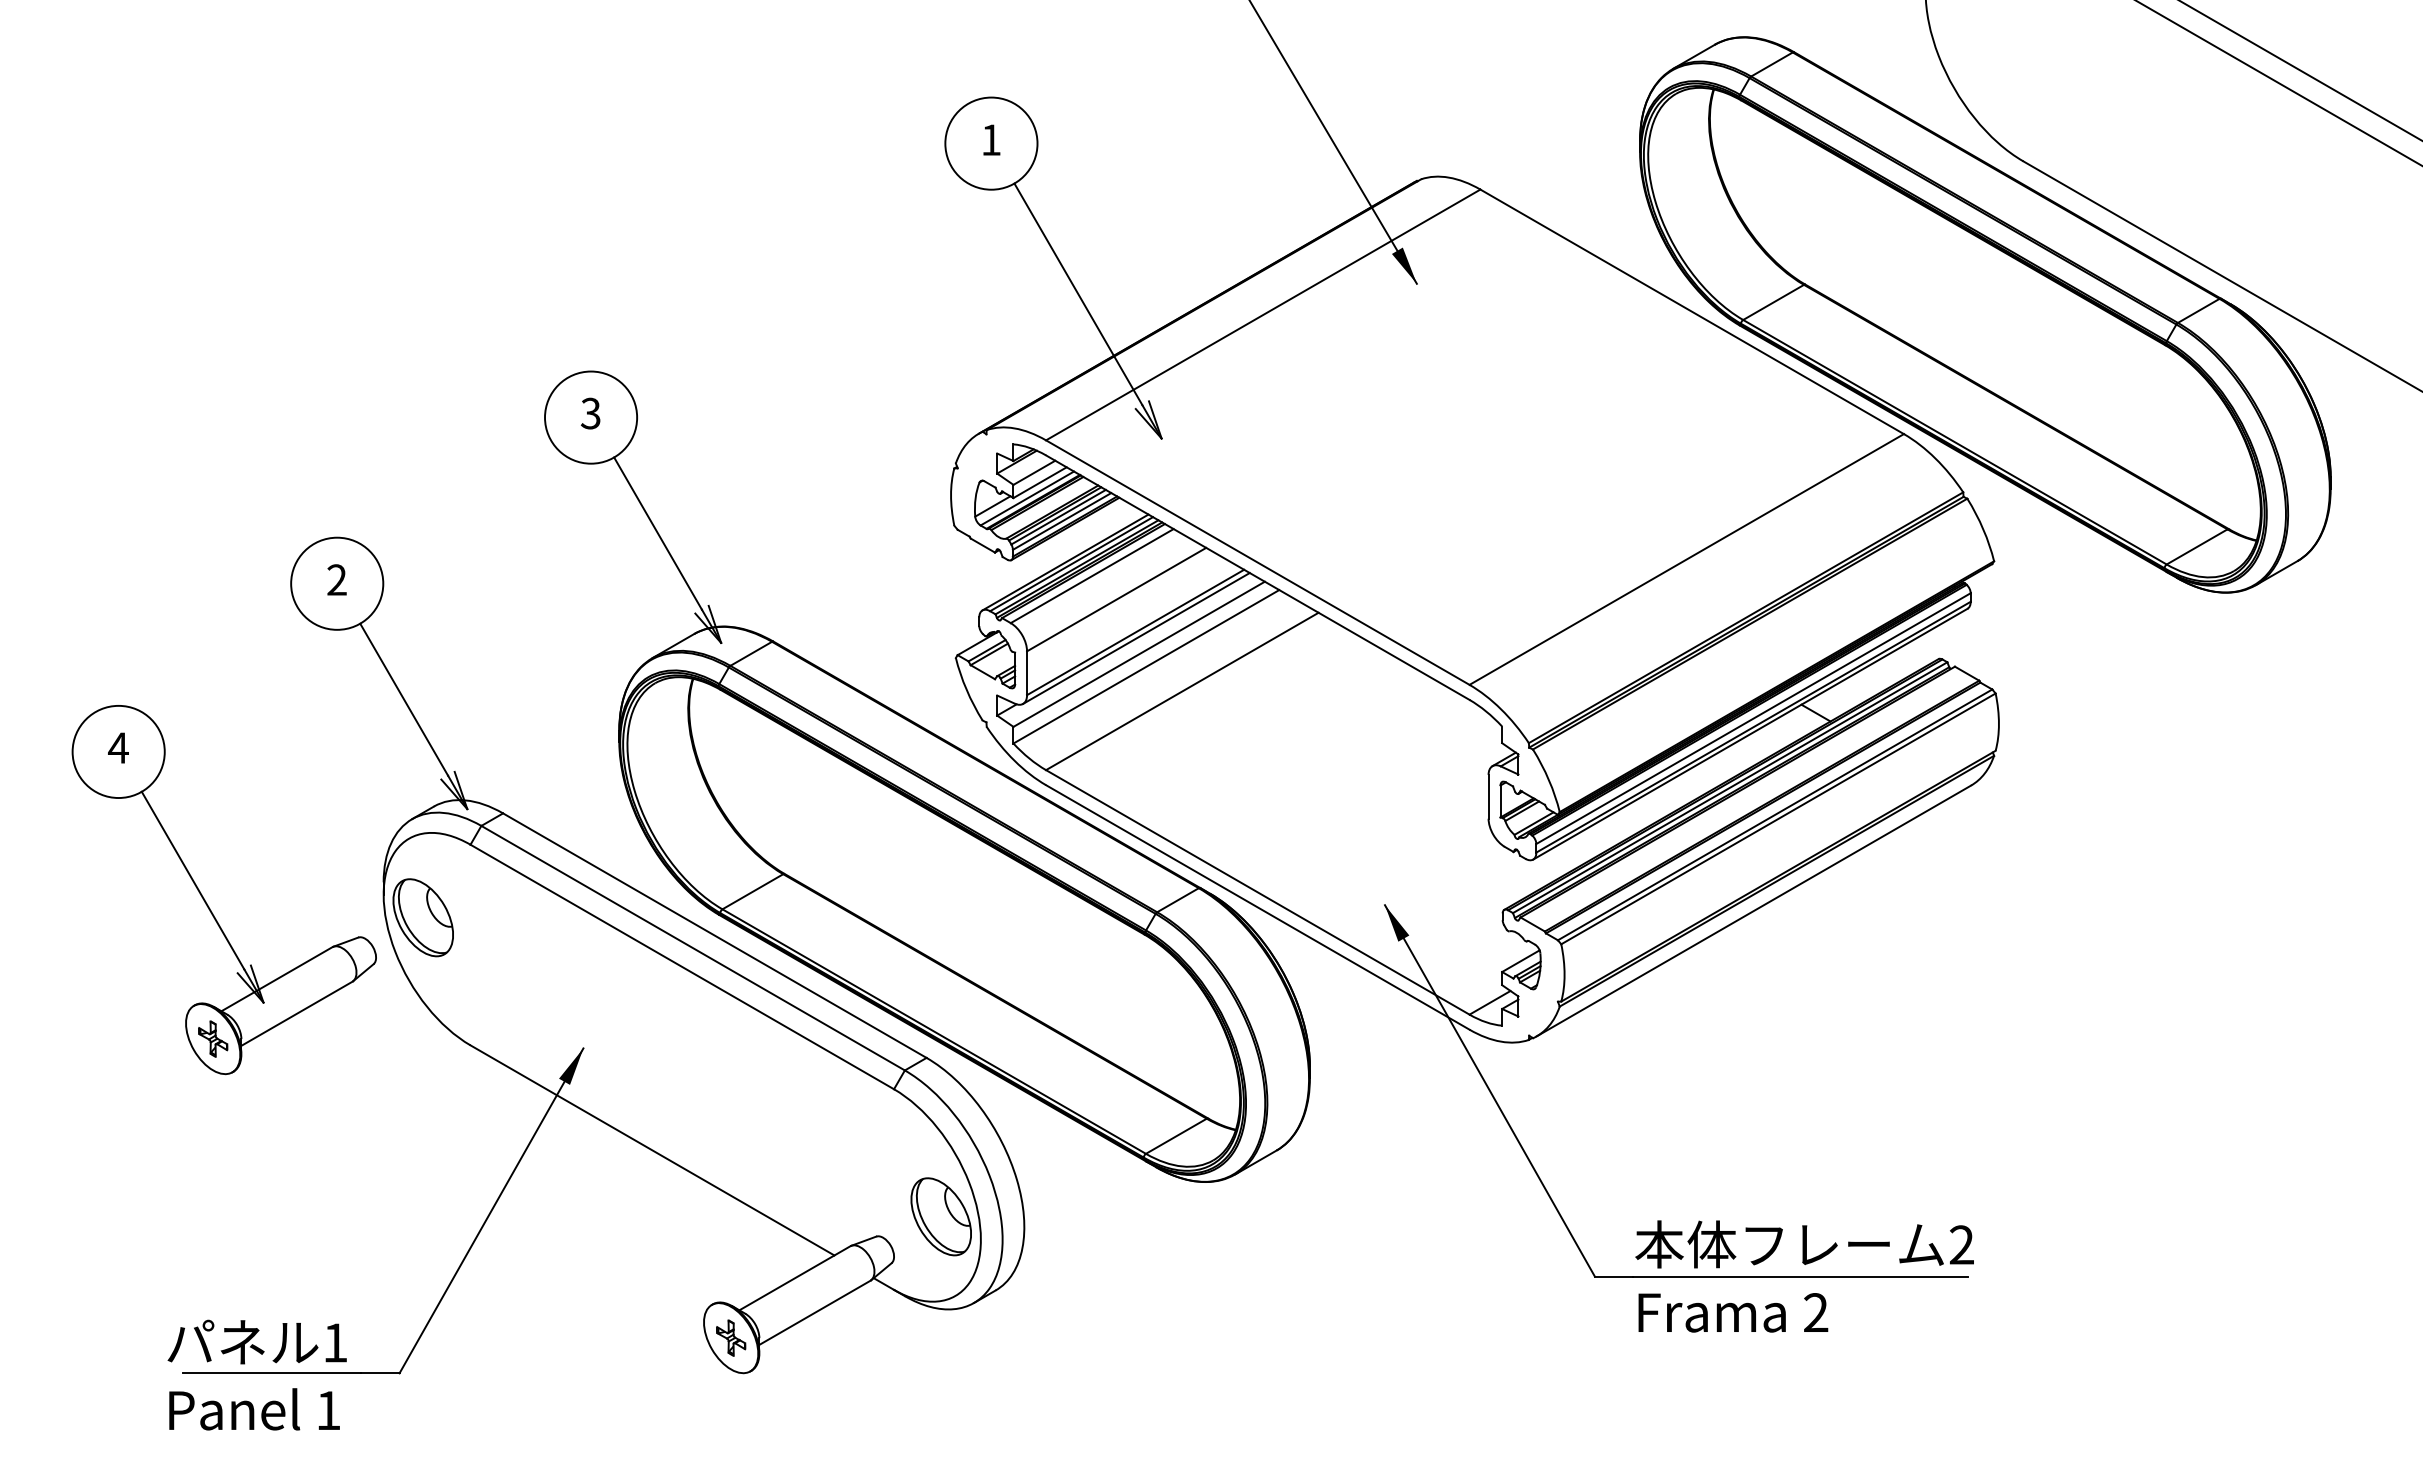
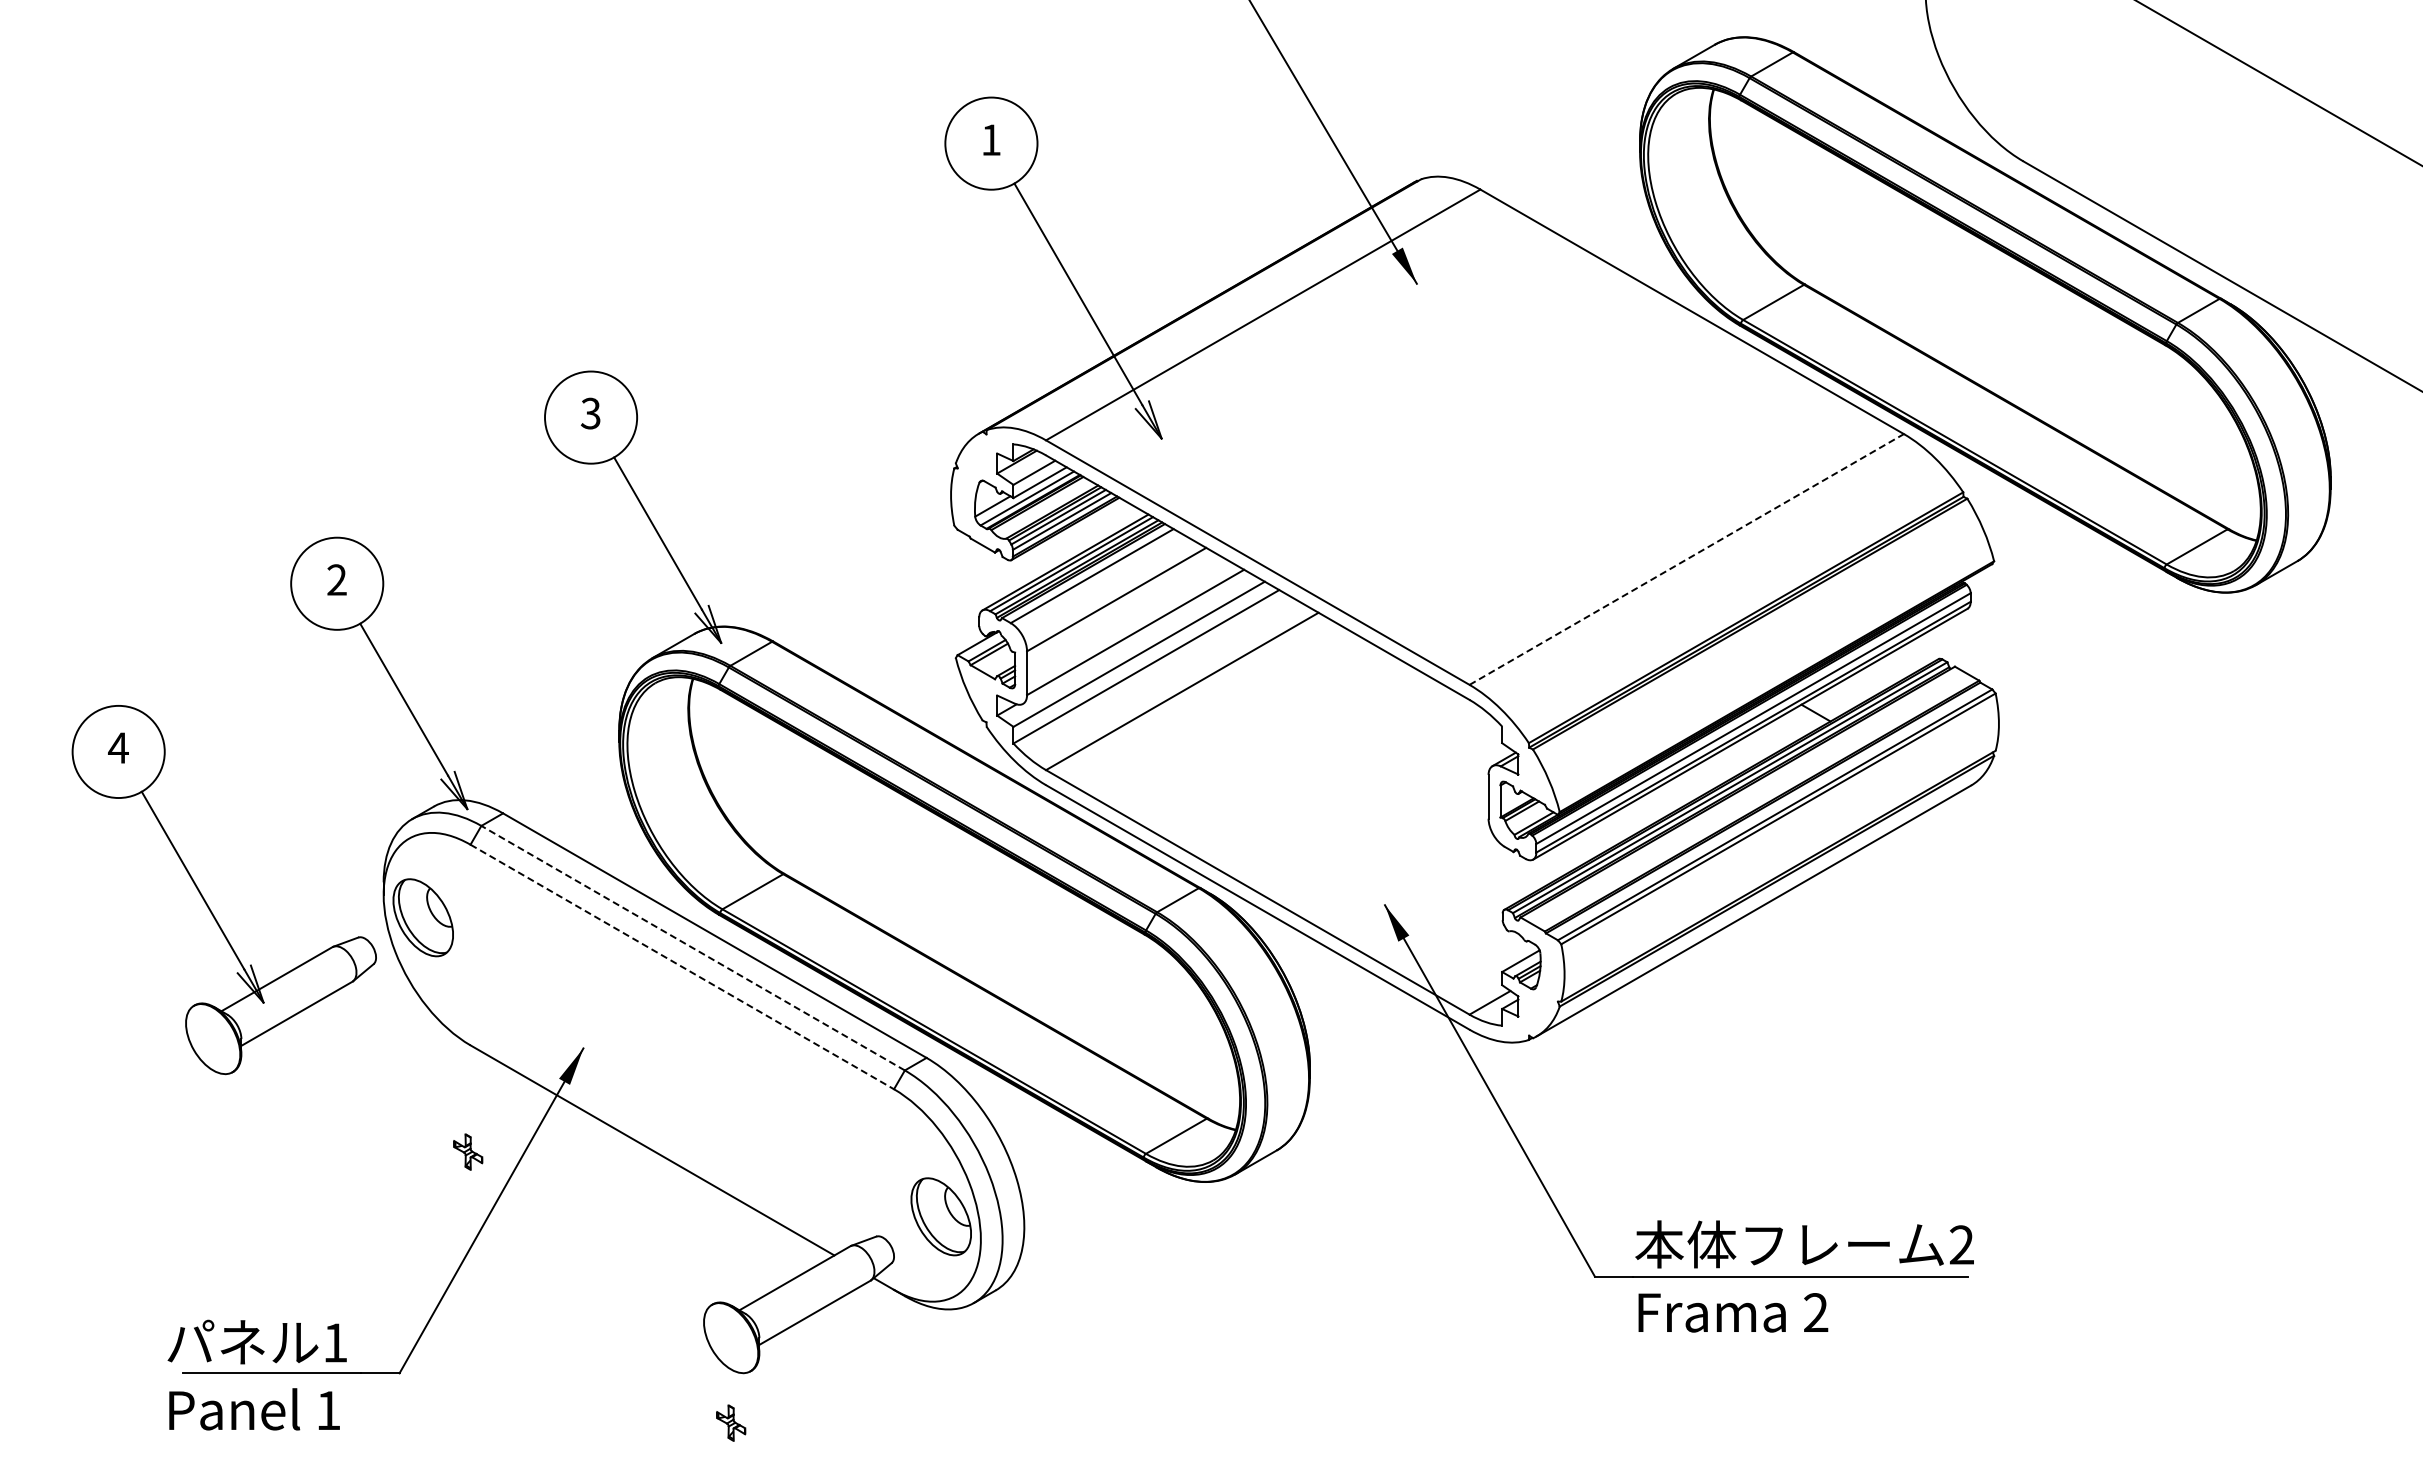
line at (2300, 70): present -> none
line at (1686, 559): solid -> dashed
line at (1136, 638): present -> none
line at (693, 948): solid -> dashed
line at (682, 967): solid -> dashed
part at (213, 1038) position: (213, 1038) -> (468, 1151)
part at (731, 1337) position: (731, 1337) -> (731, 1422)
